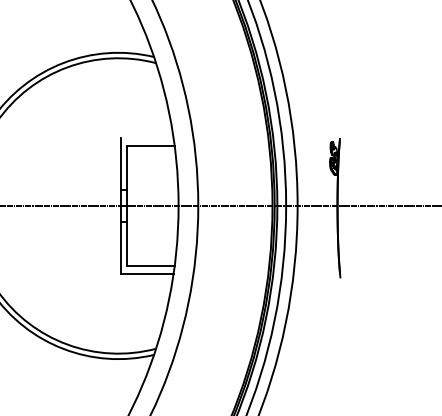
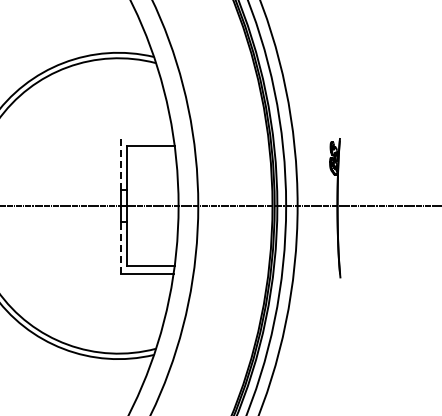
line at (120, 163): solid -> dashed
line at (120, 248): solid -> dashed
